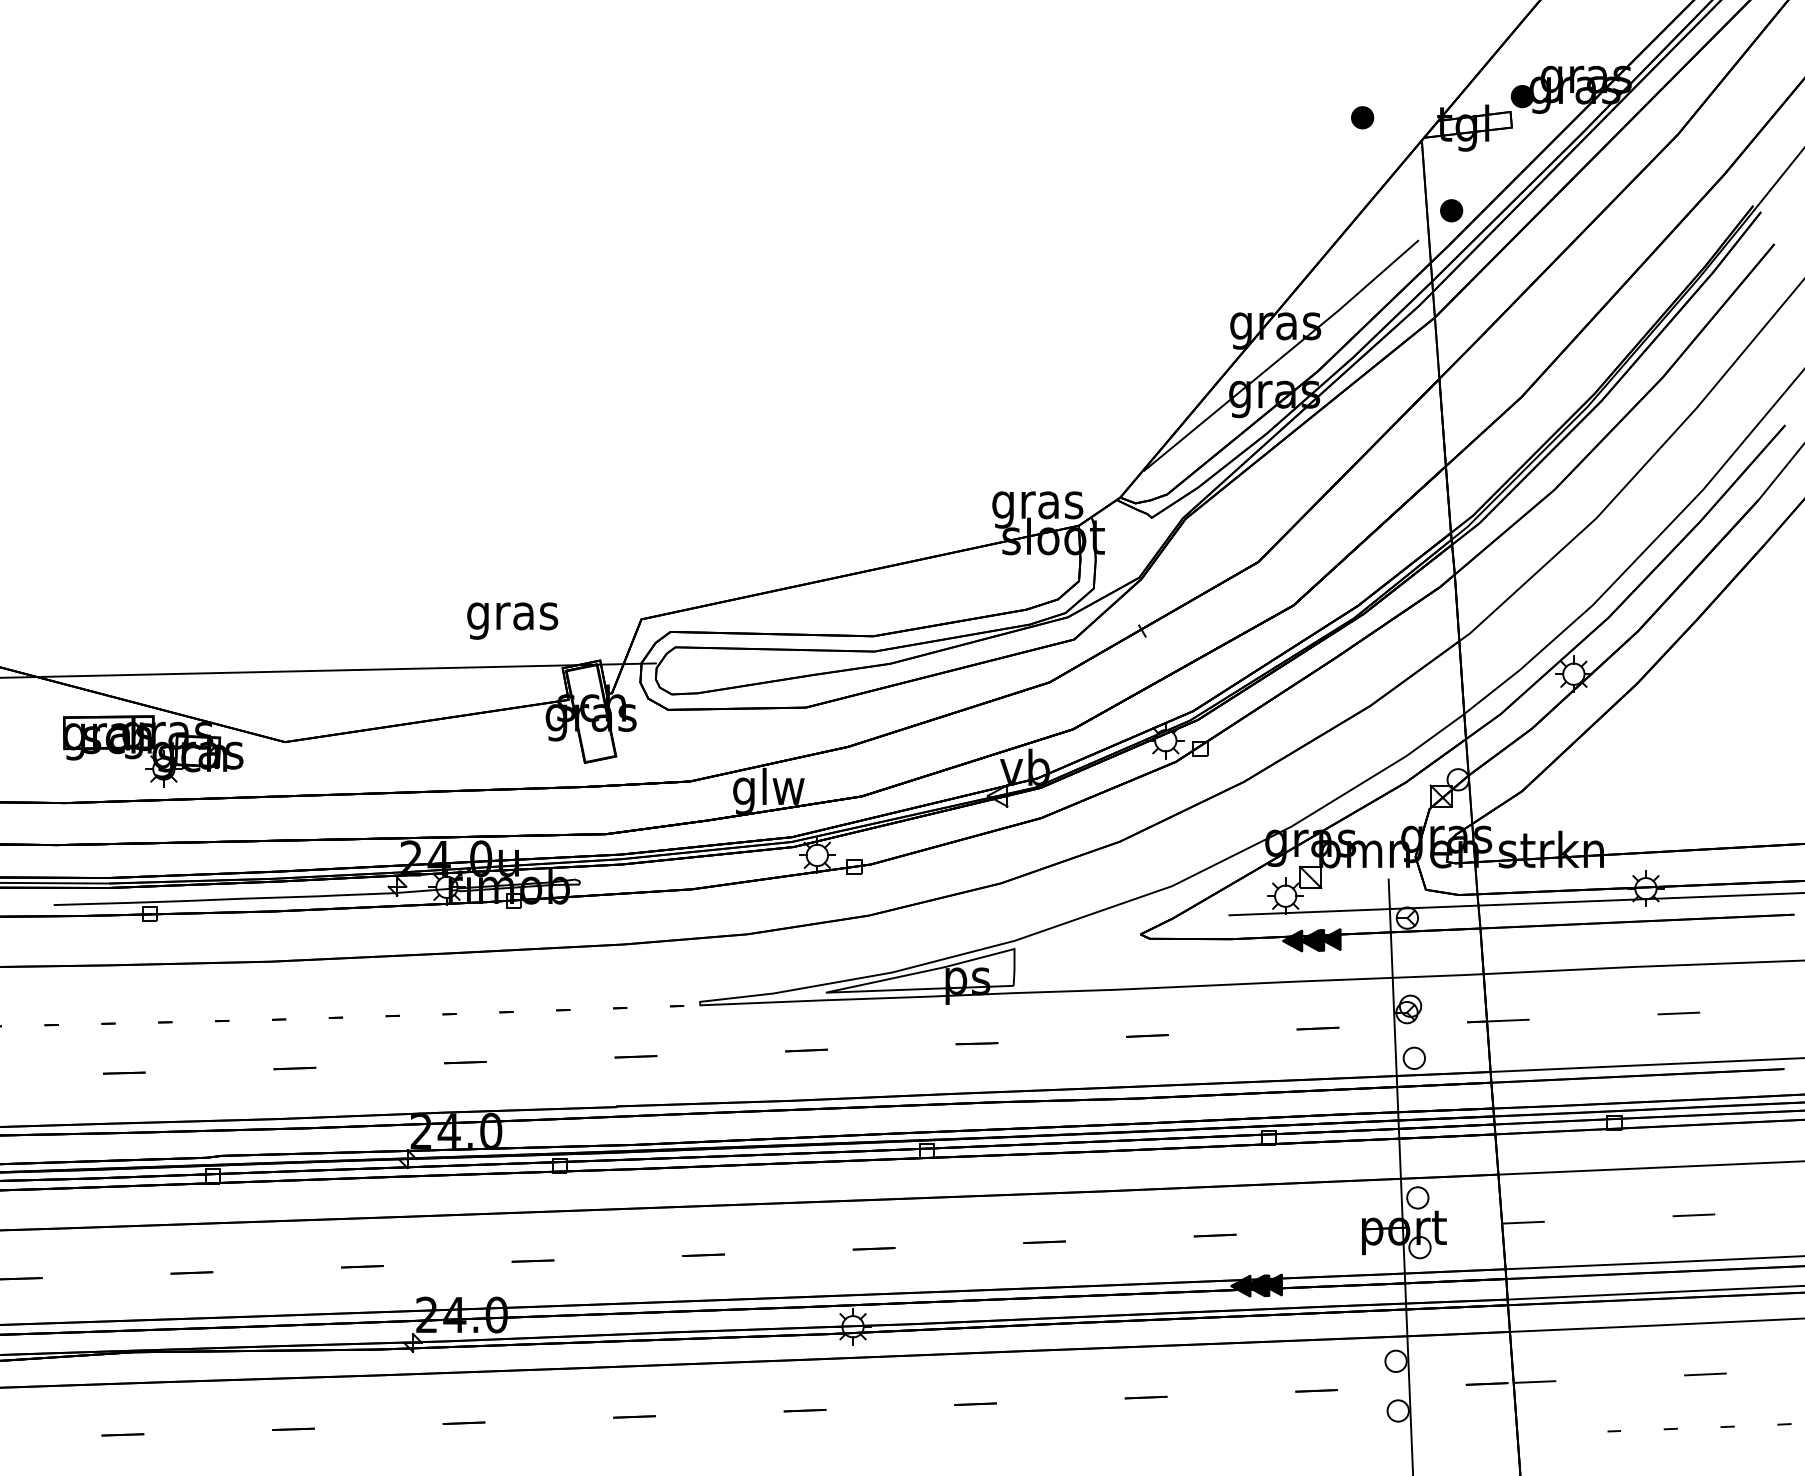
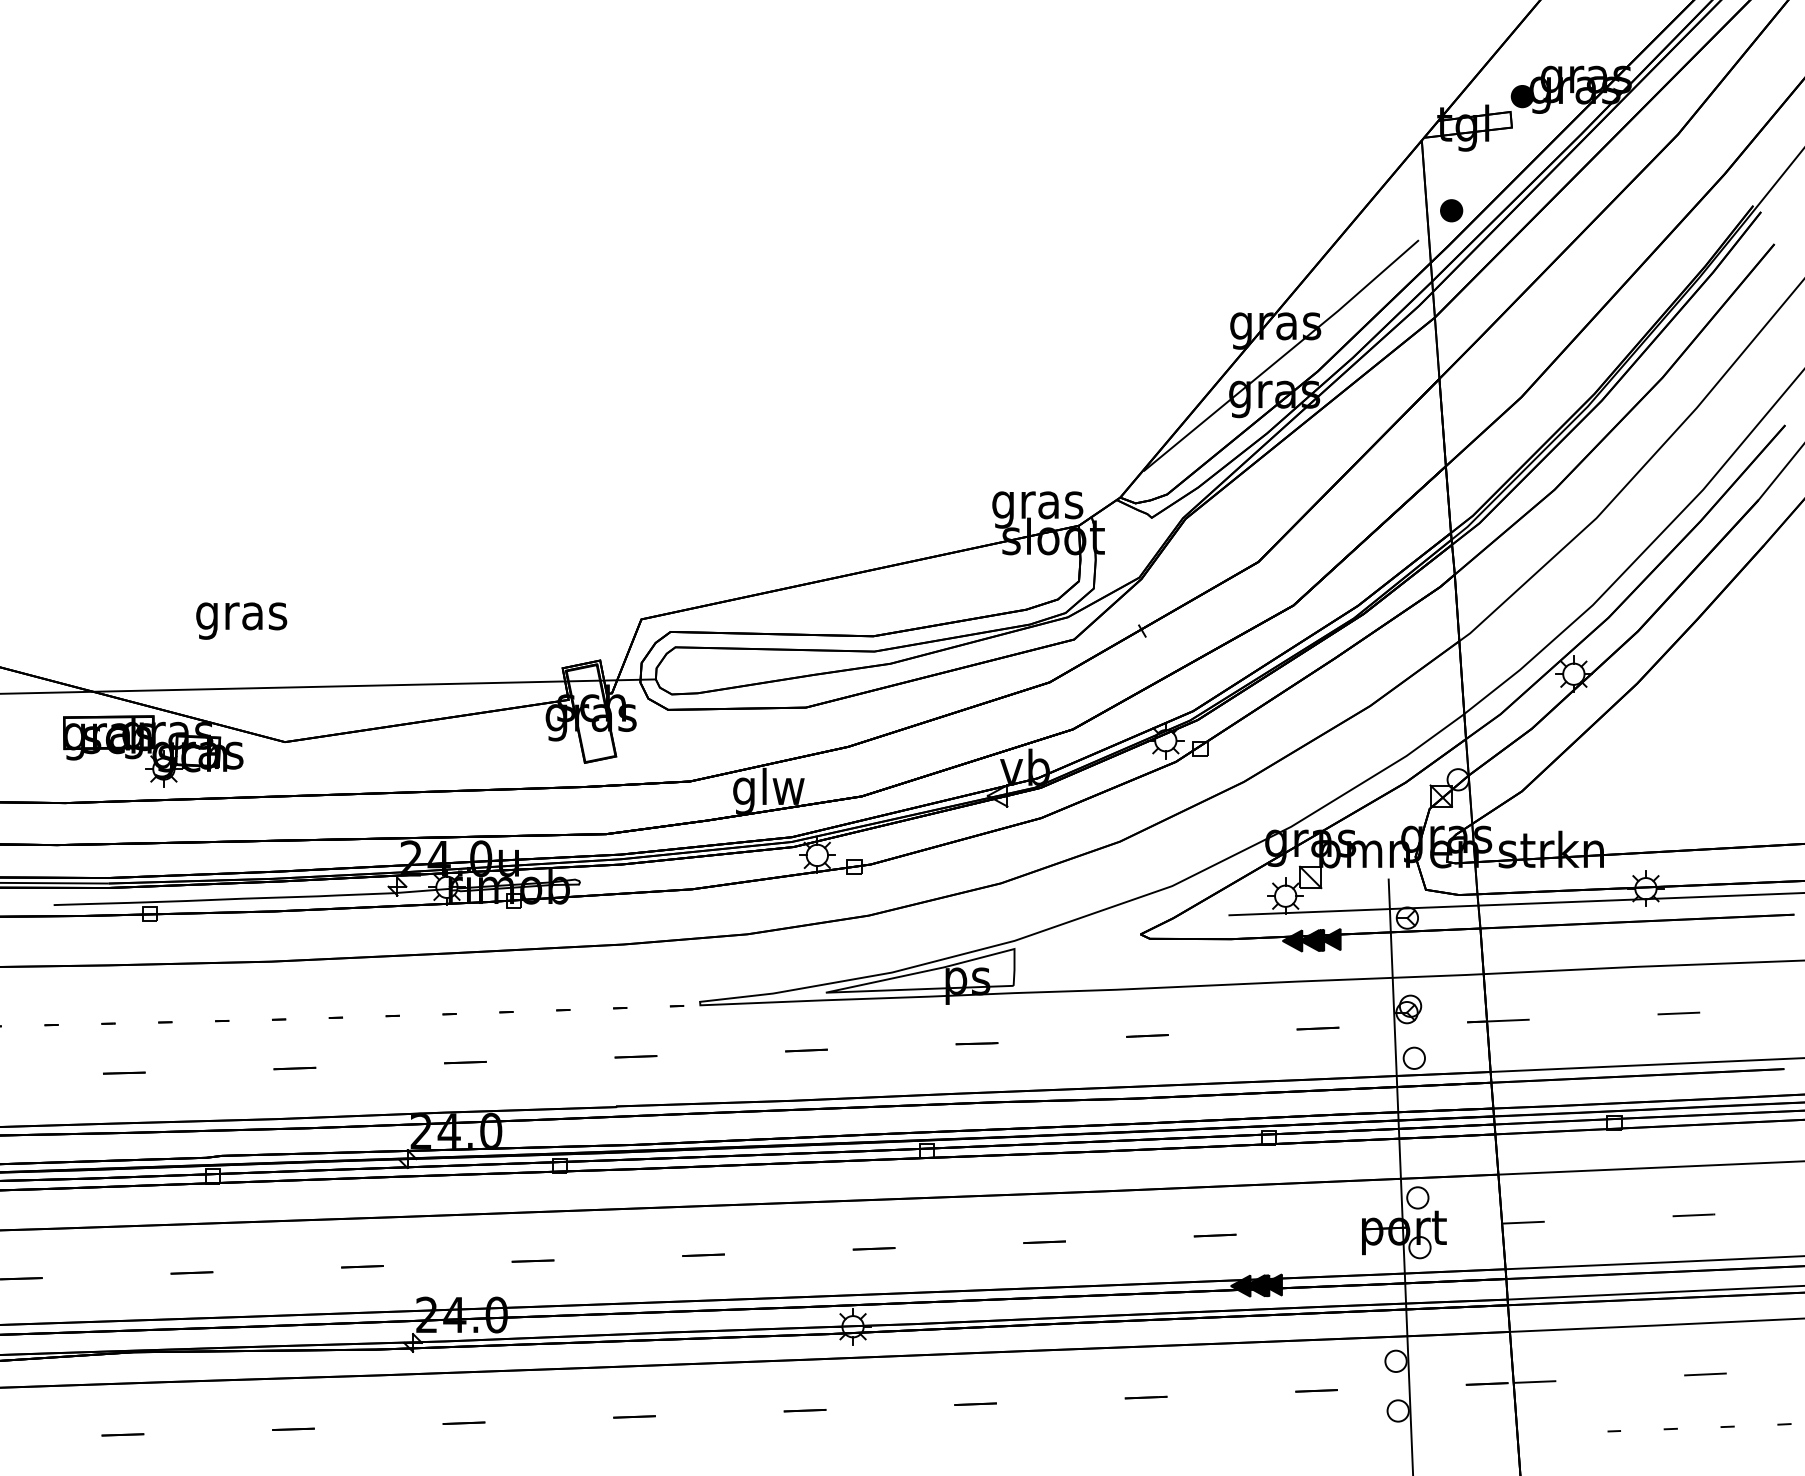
part at (1362, 117): present -> none
text at (512, 620) position: (512, 620) -> (241, 620)
line at (328, 670) position: (328, 670) -> (328, 686)
